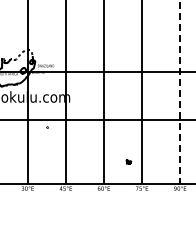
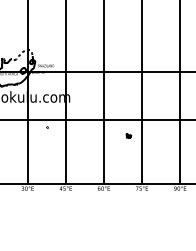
line at (180, 92): dashed -> solid
part at (128, 161) position: (128, 161) -> (128, 135)
